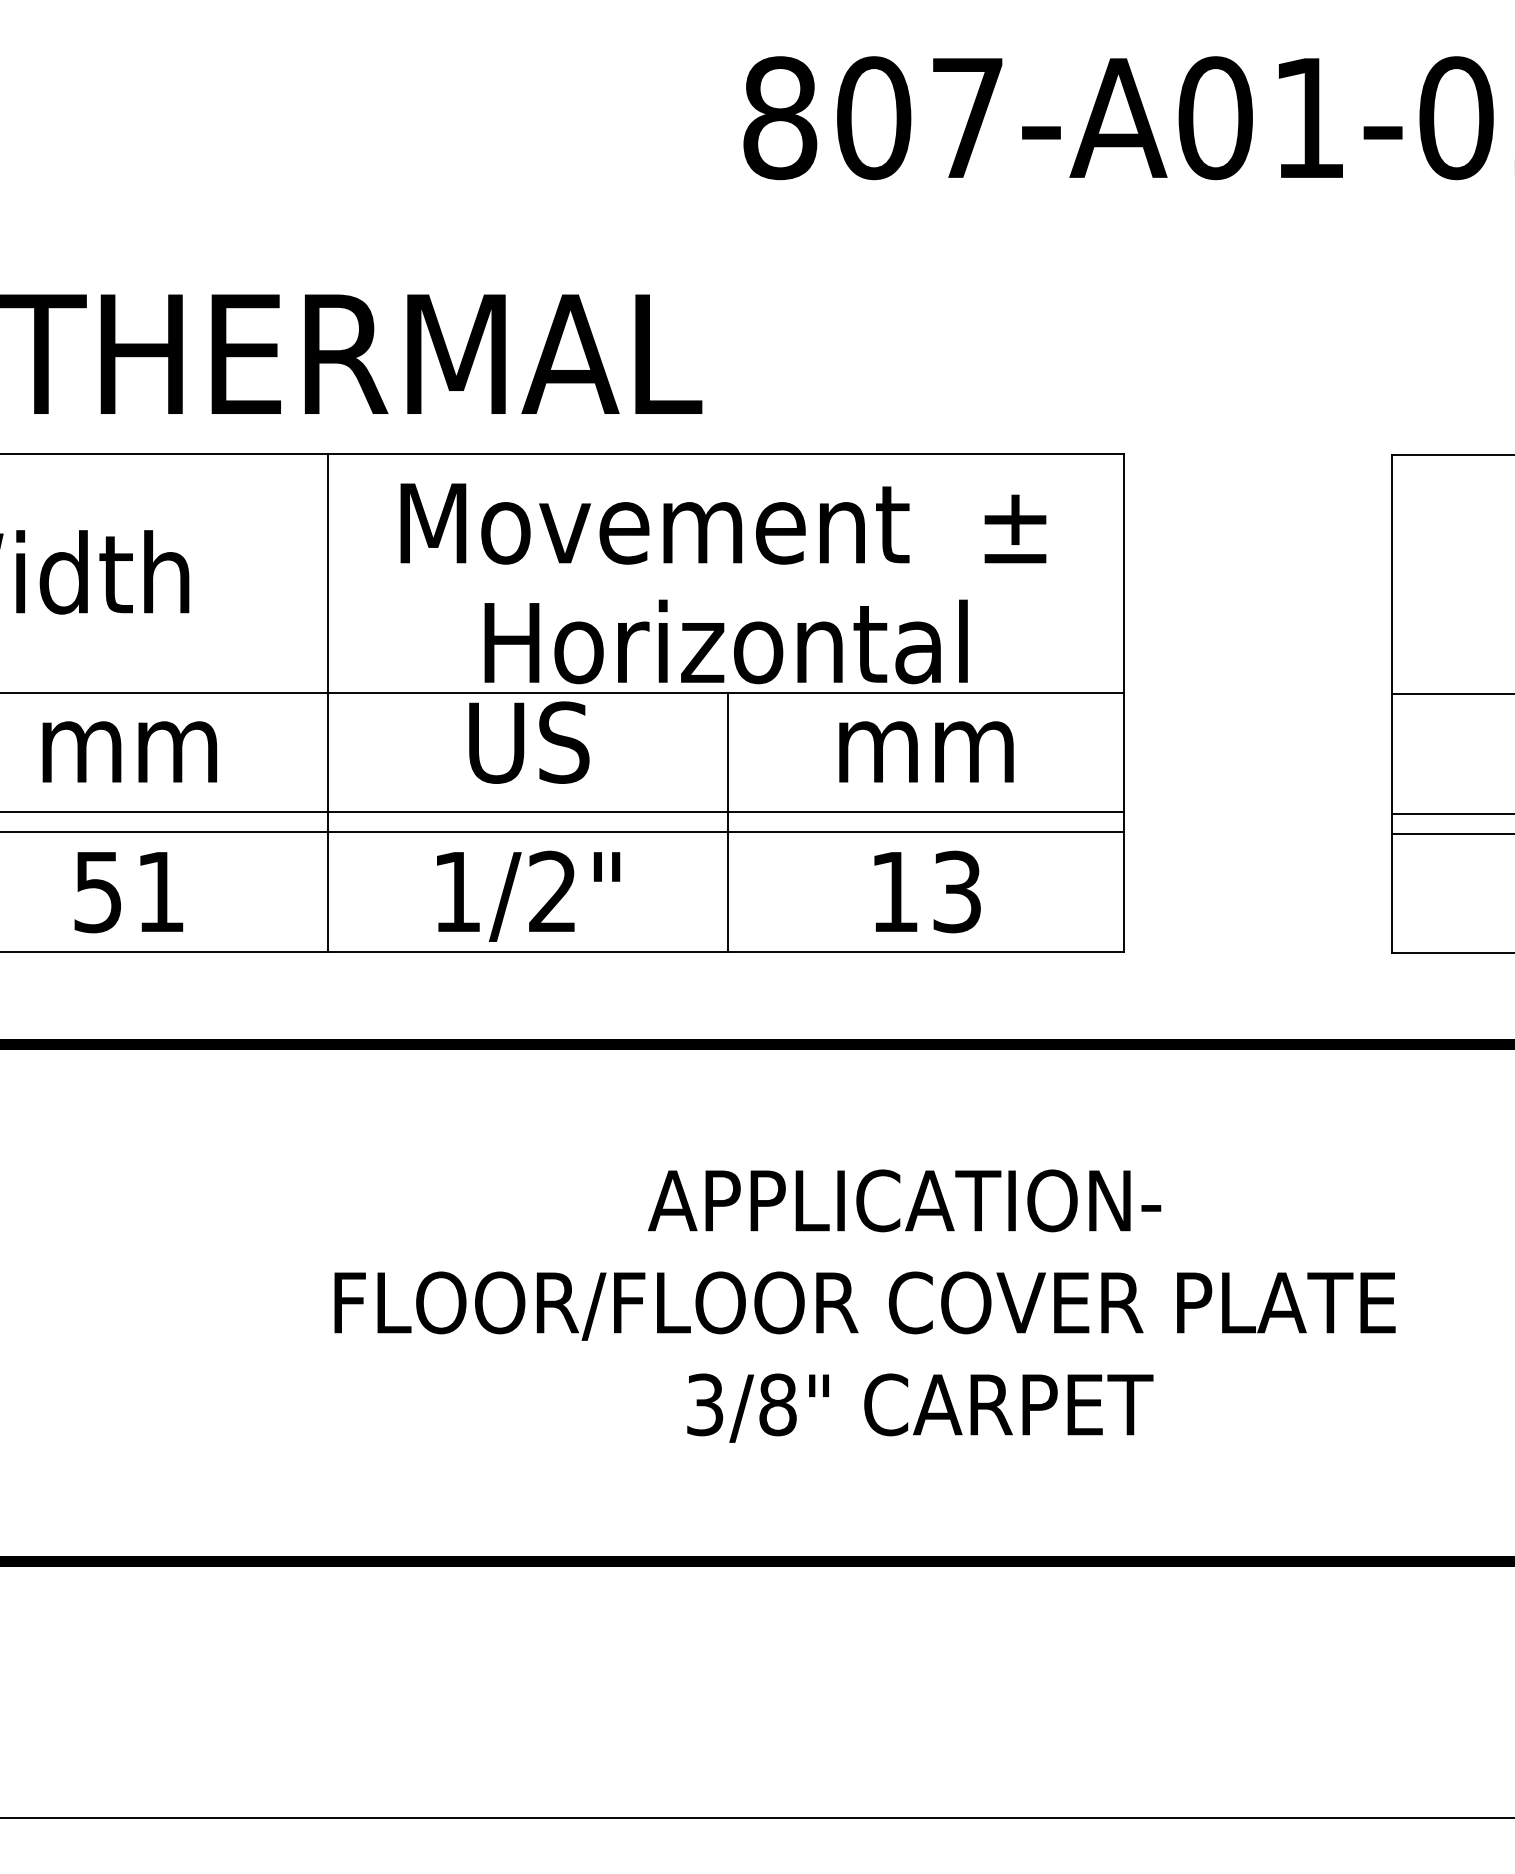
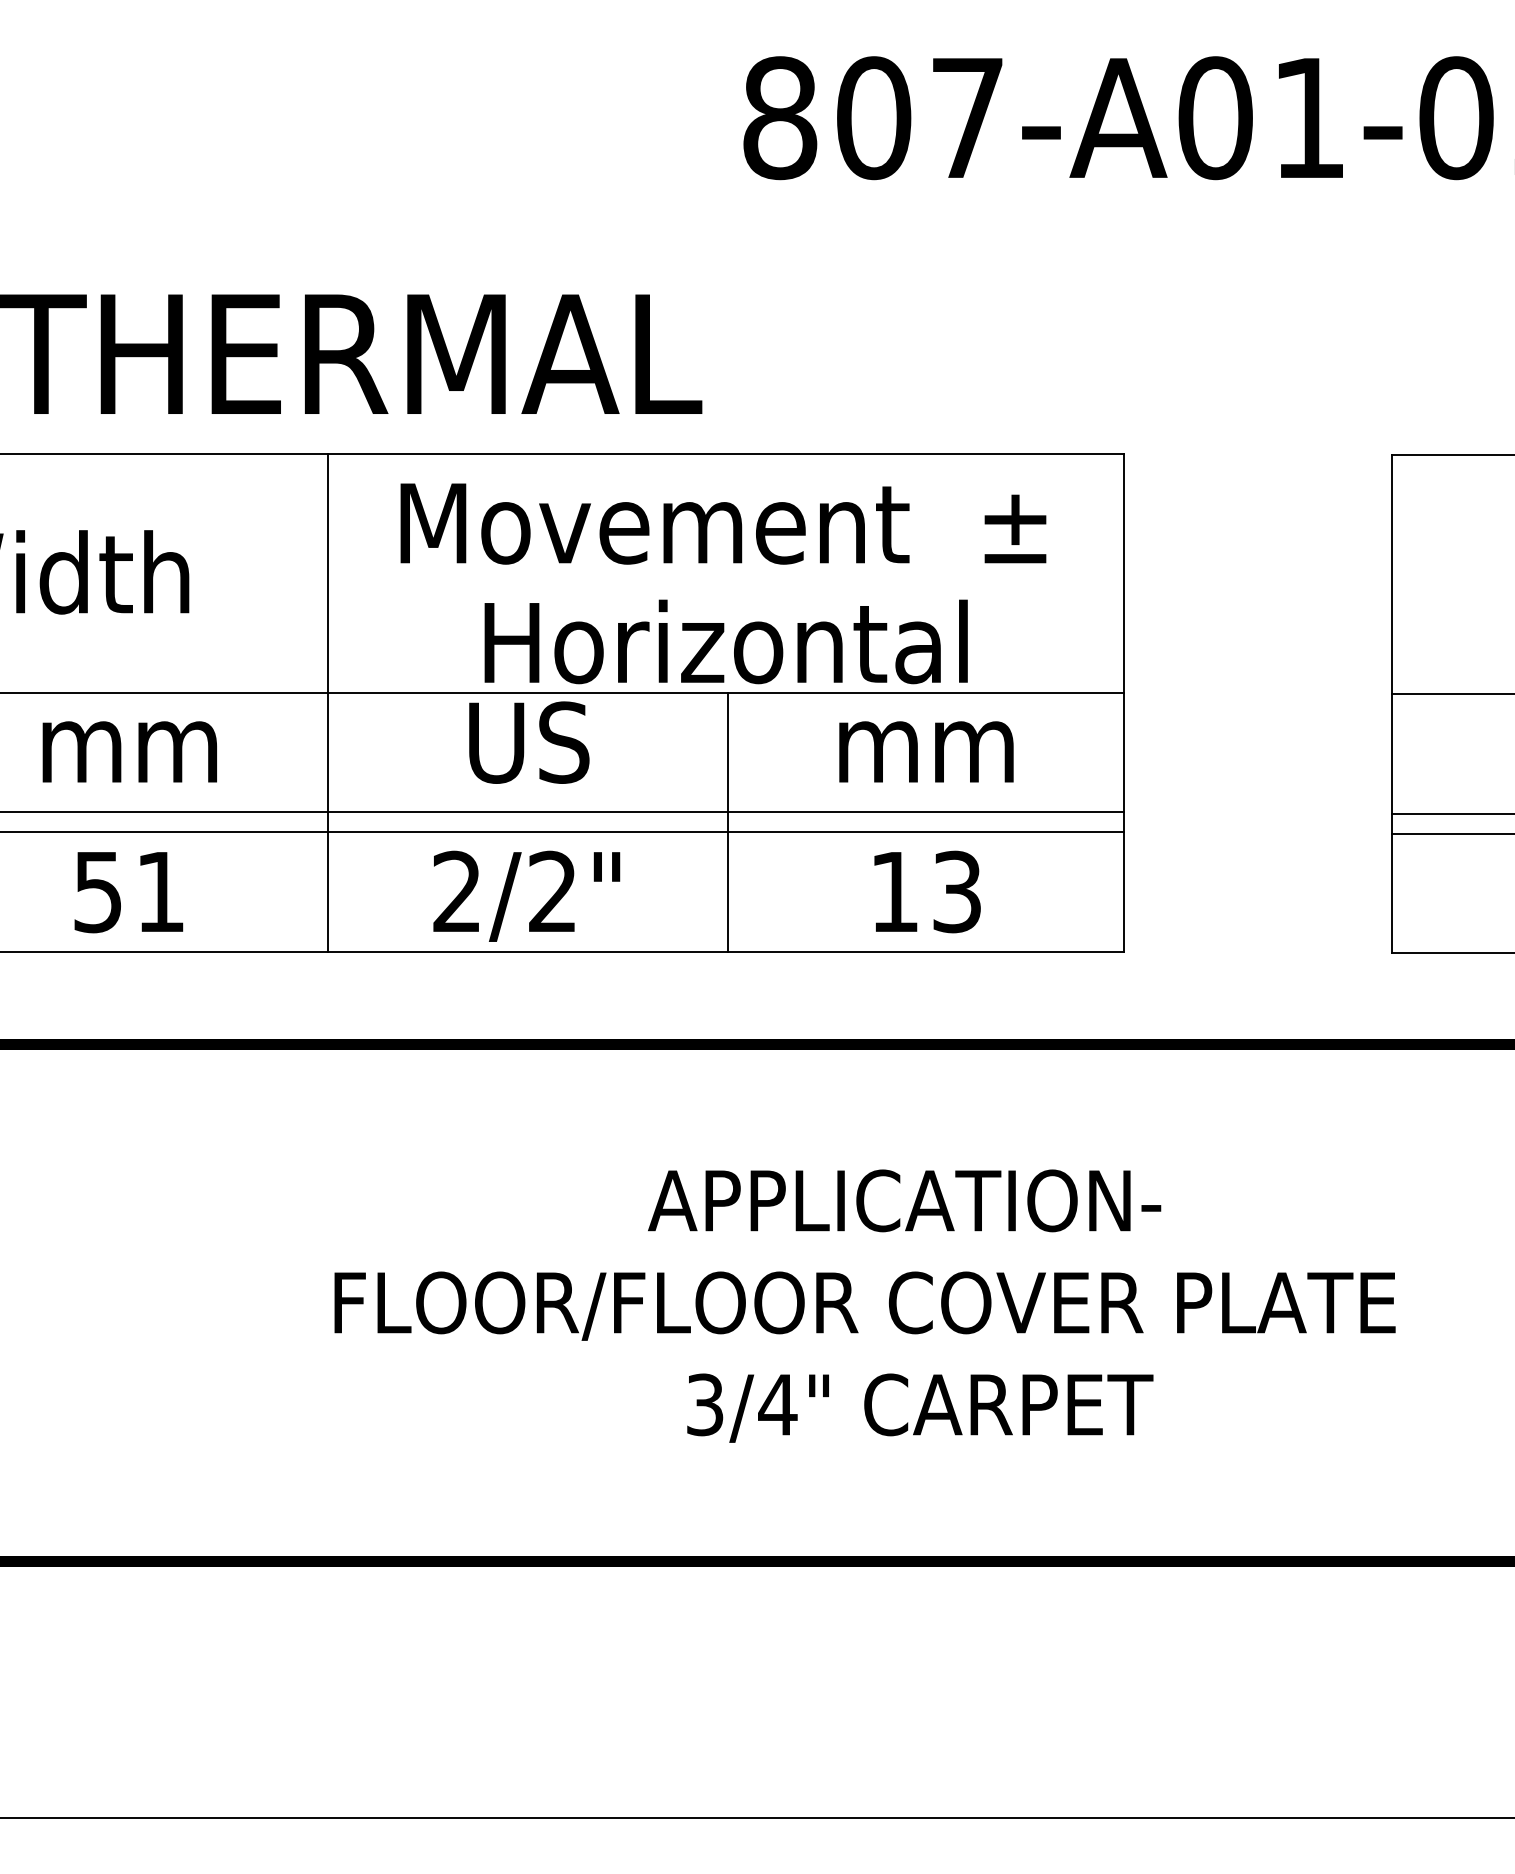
text at (456, 890): 1/2" -> 2/2"
text at (777, 1404): 3/8" -> 3/4"
